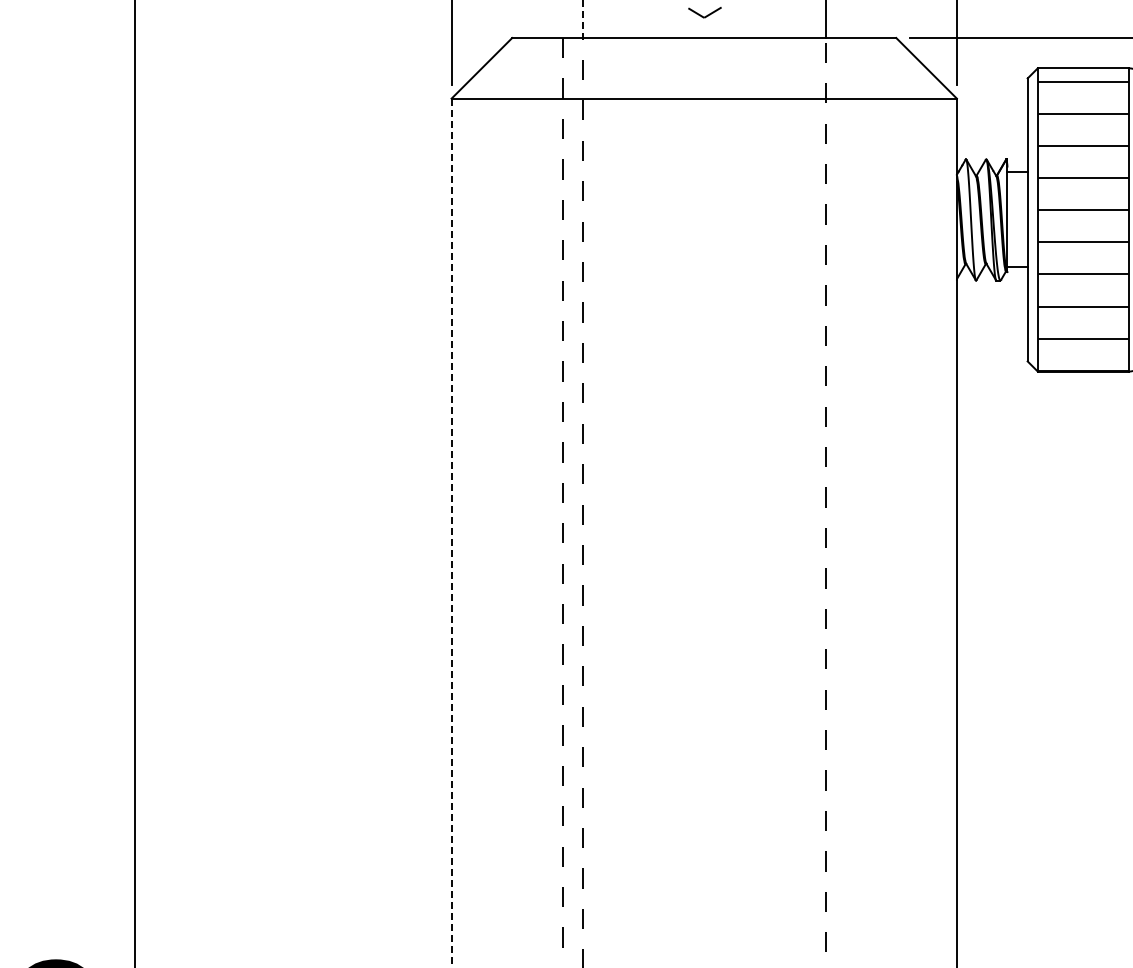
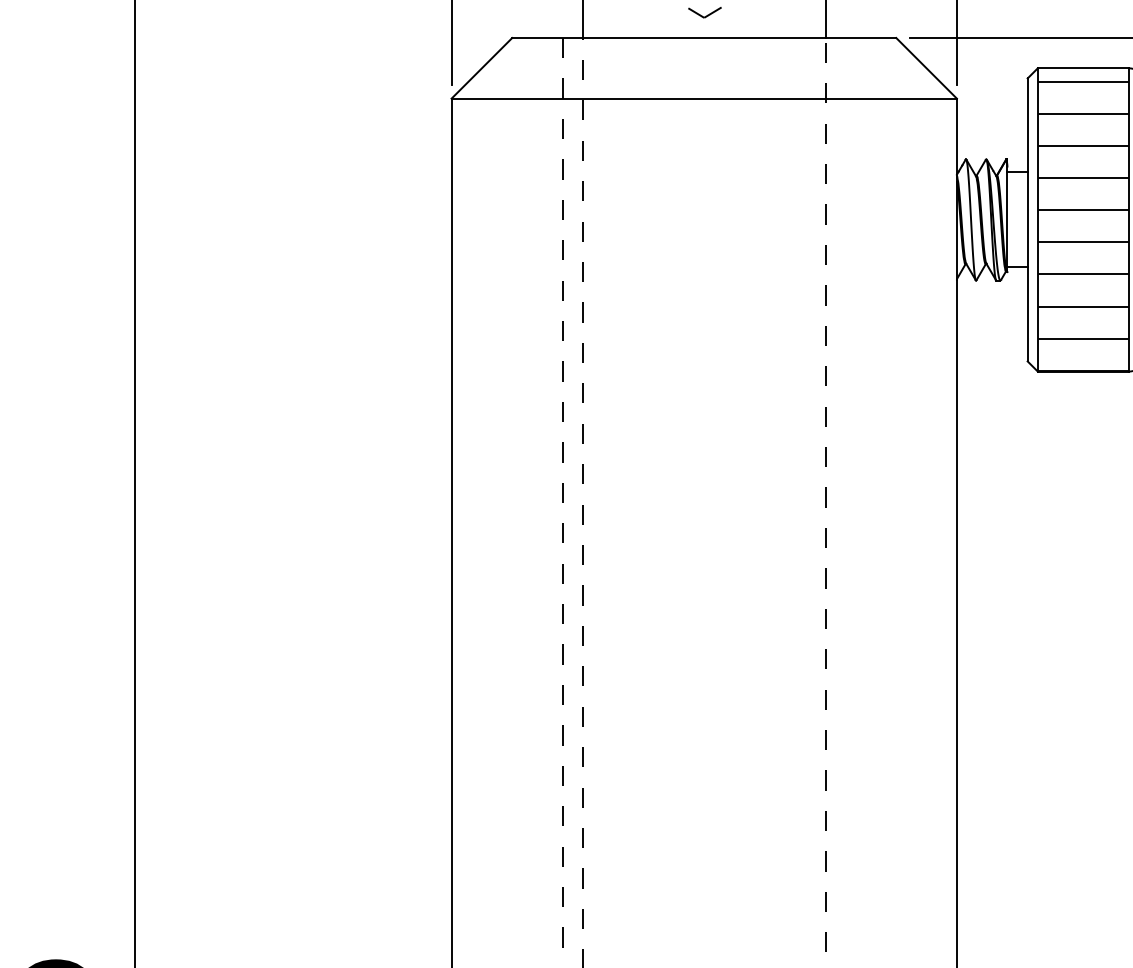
line at (582, 19): dashed -> solid
line at (451, 533): dashed -> solid
